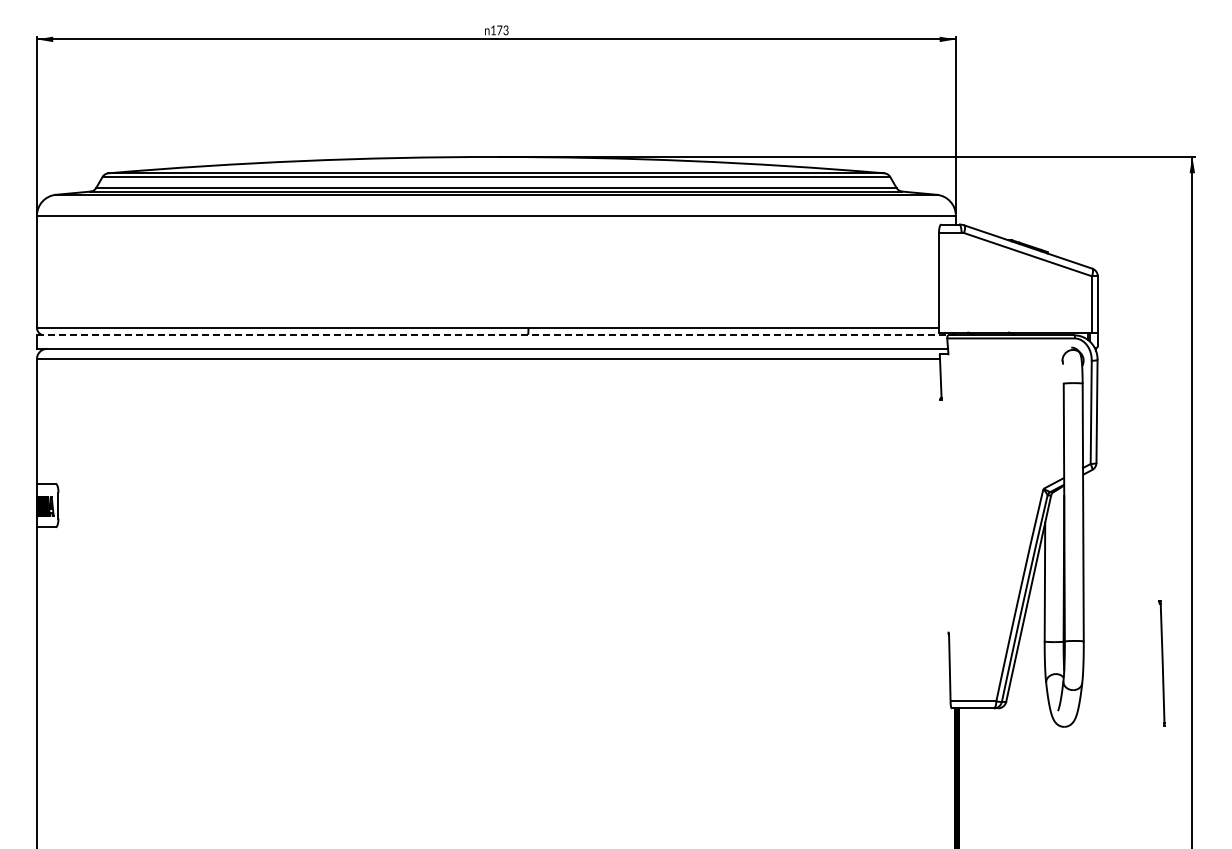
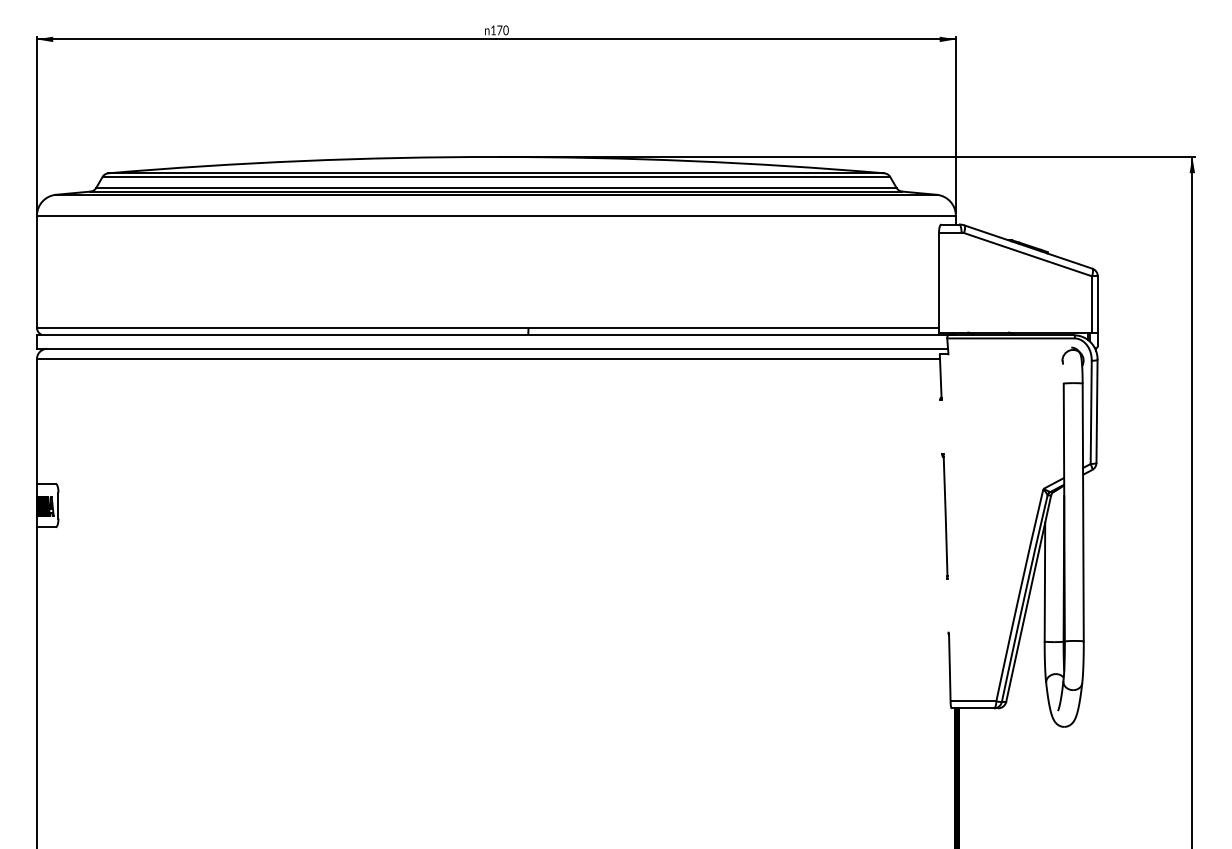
text at (505, 31): 173 -> 170
line at (496, 334): dashed -> solid
part at (1161, 663) position: (1161, 663) -> (944, 516)
